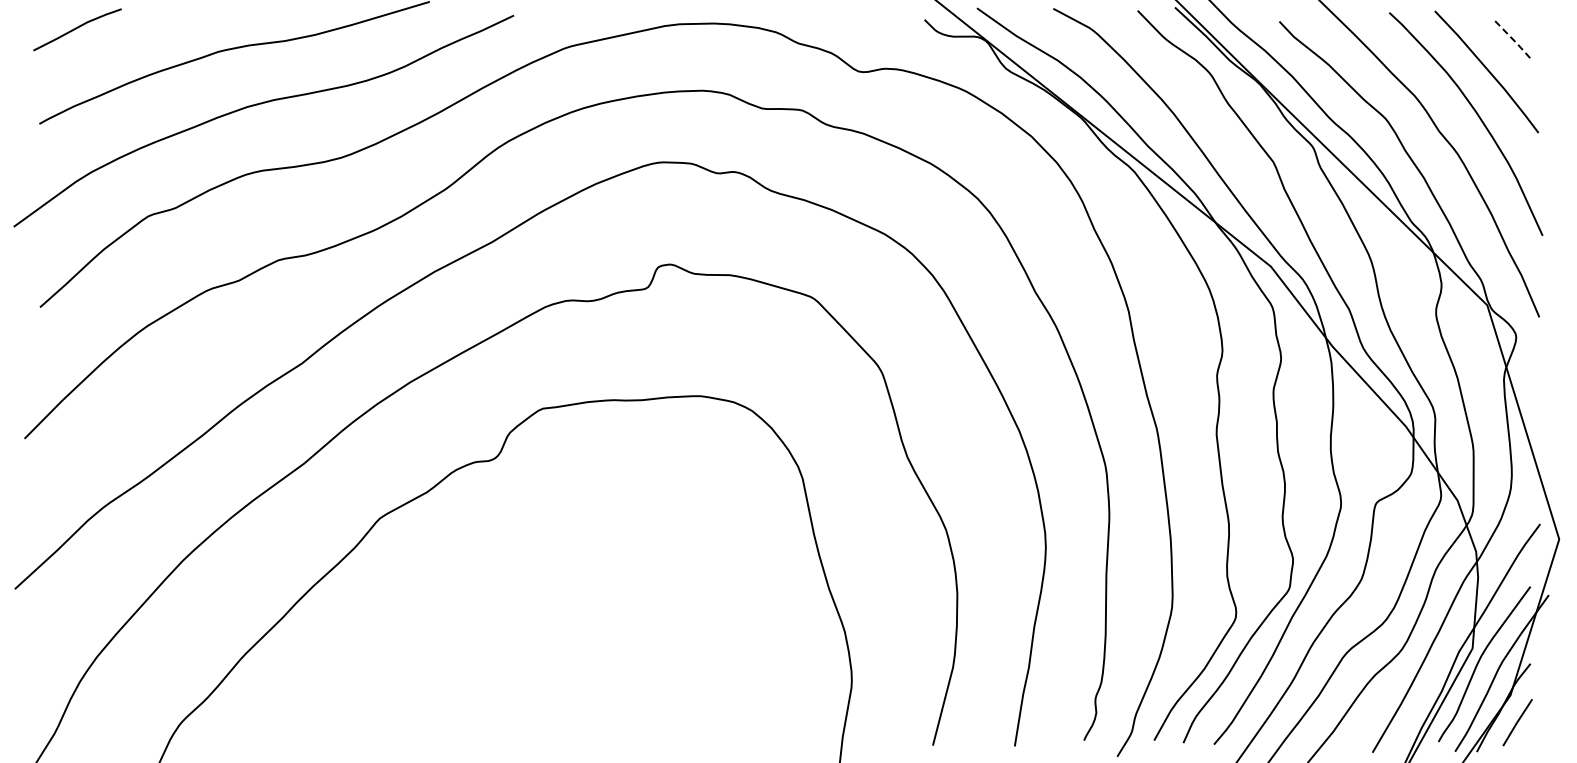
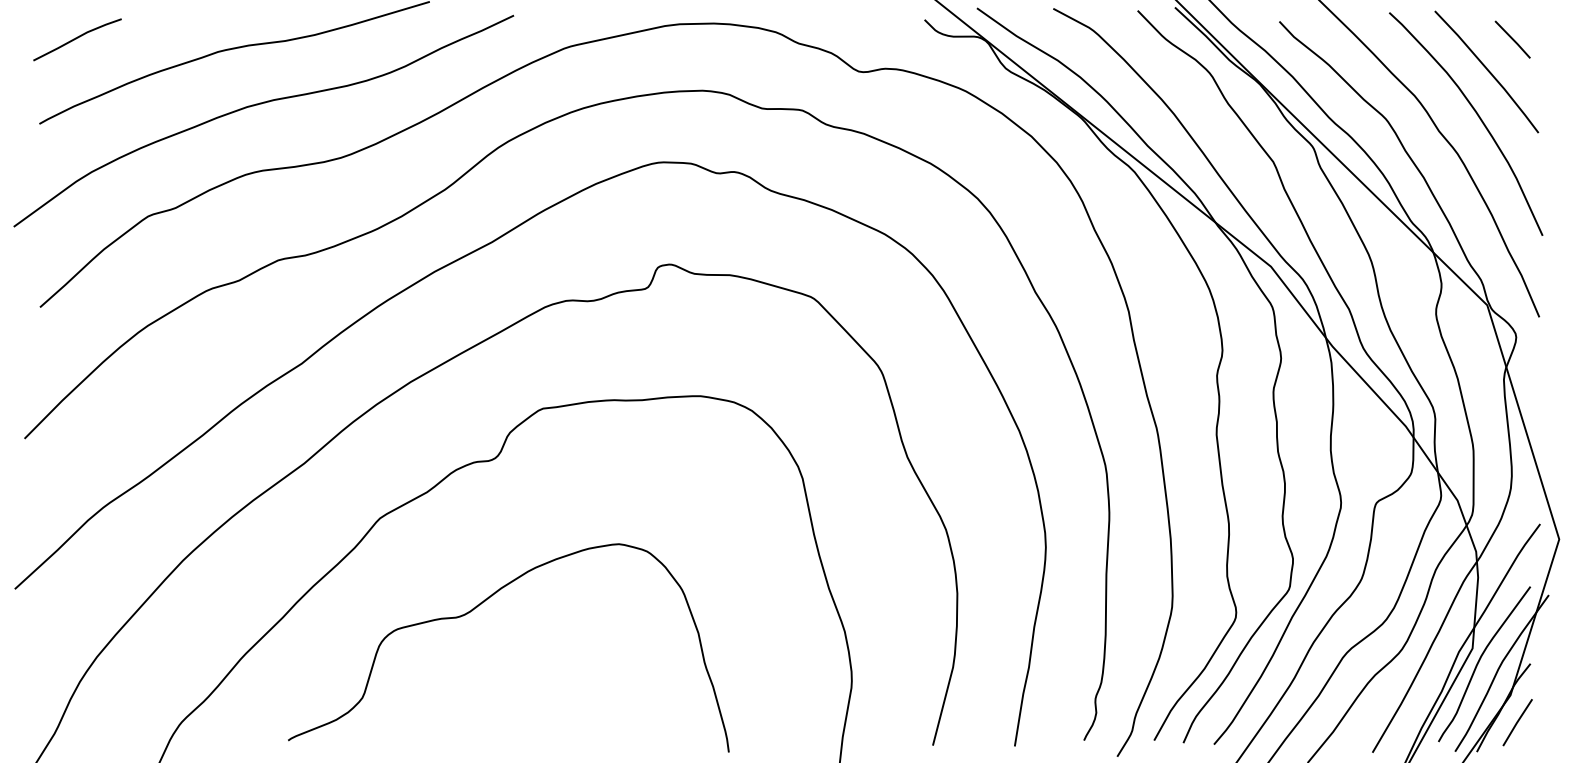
line at (77, 28) position: (77, 28) -> (77, 38)
line at (1513, 40): dashed -> solid
curve at (476, 608): none -> present
